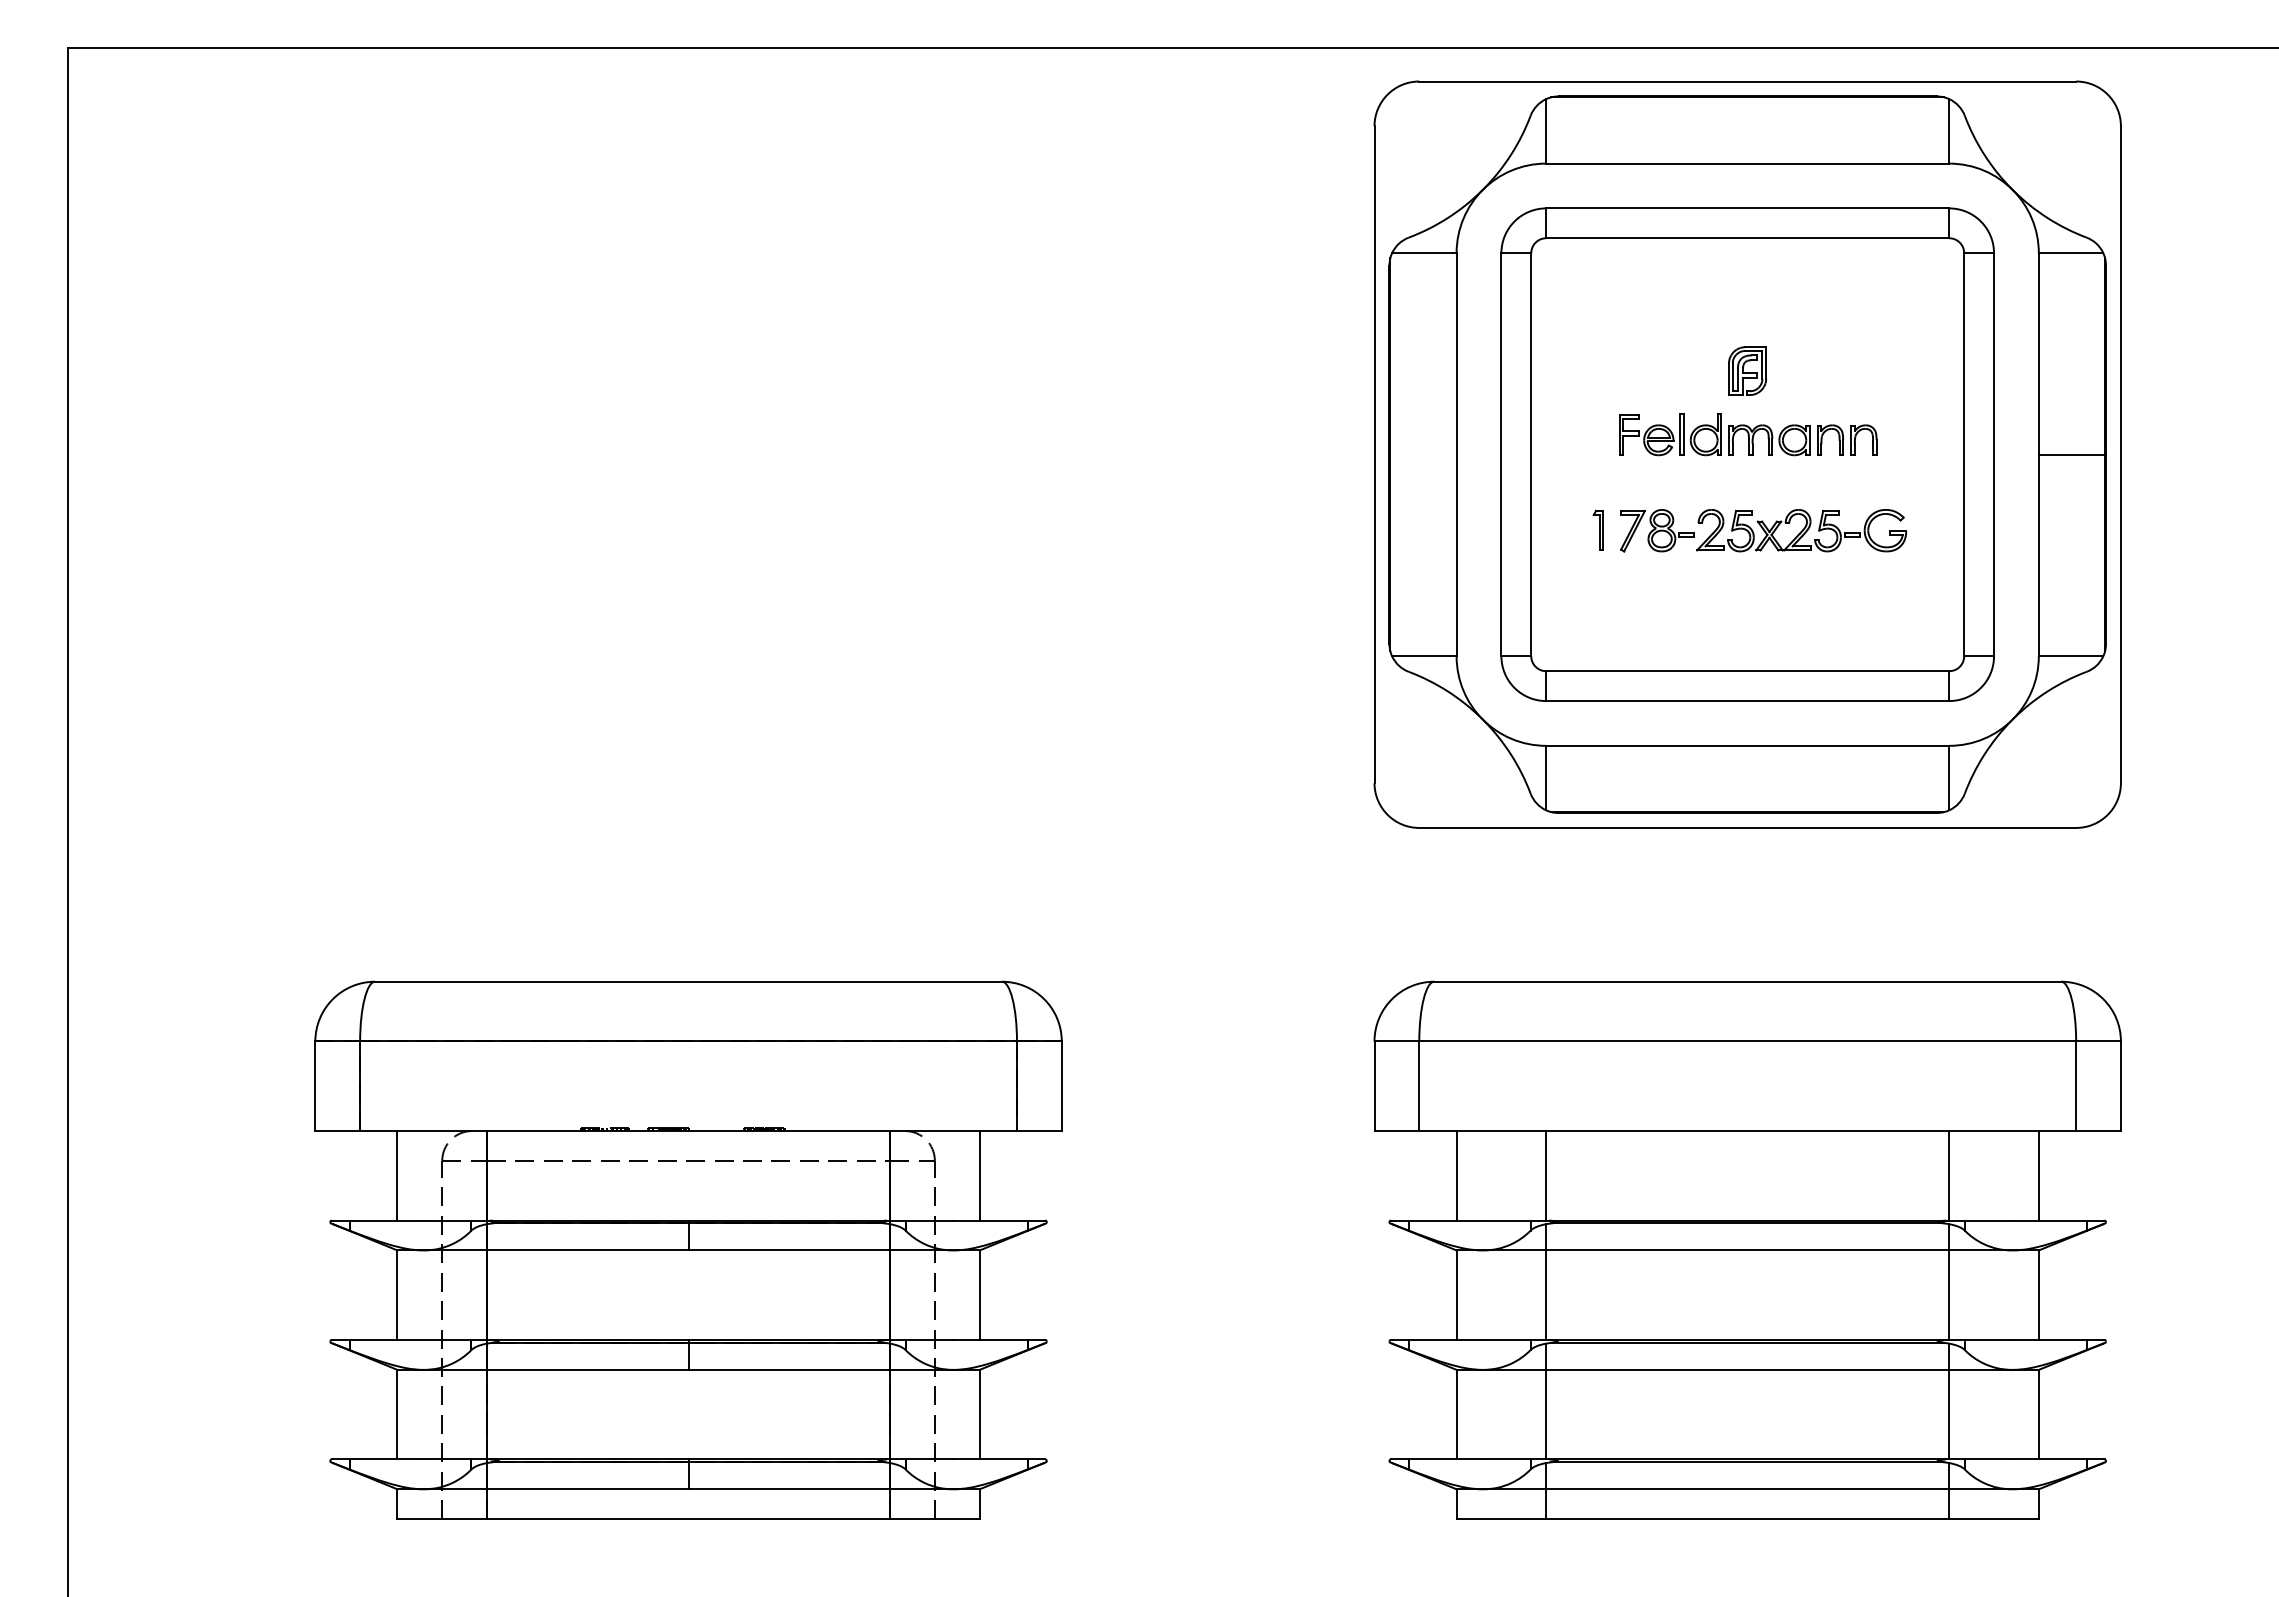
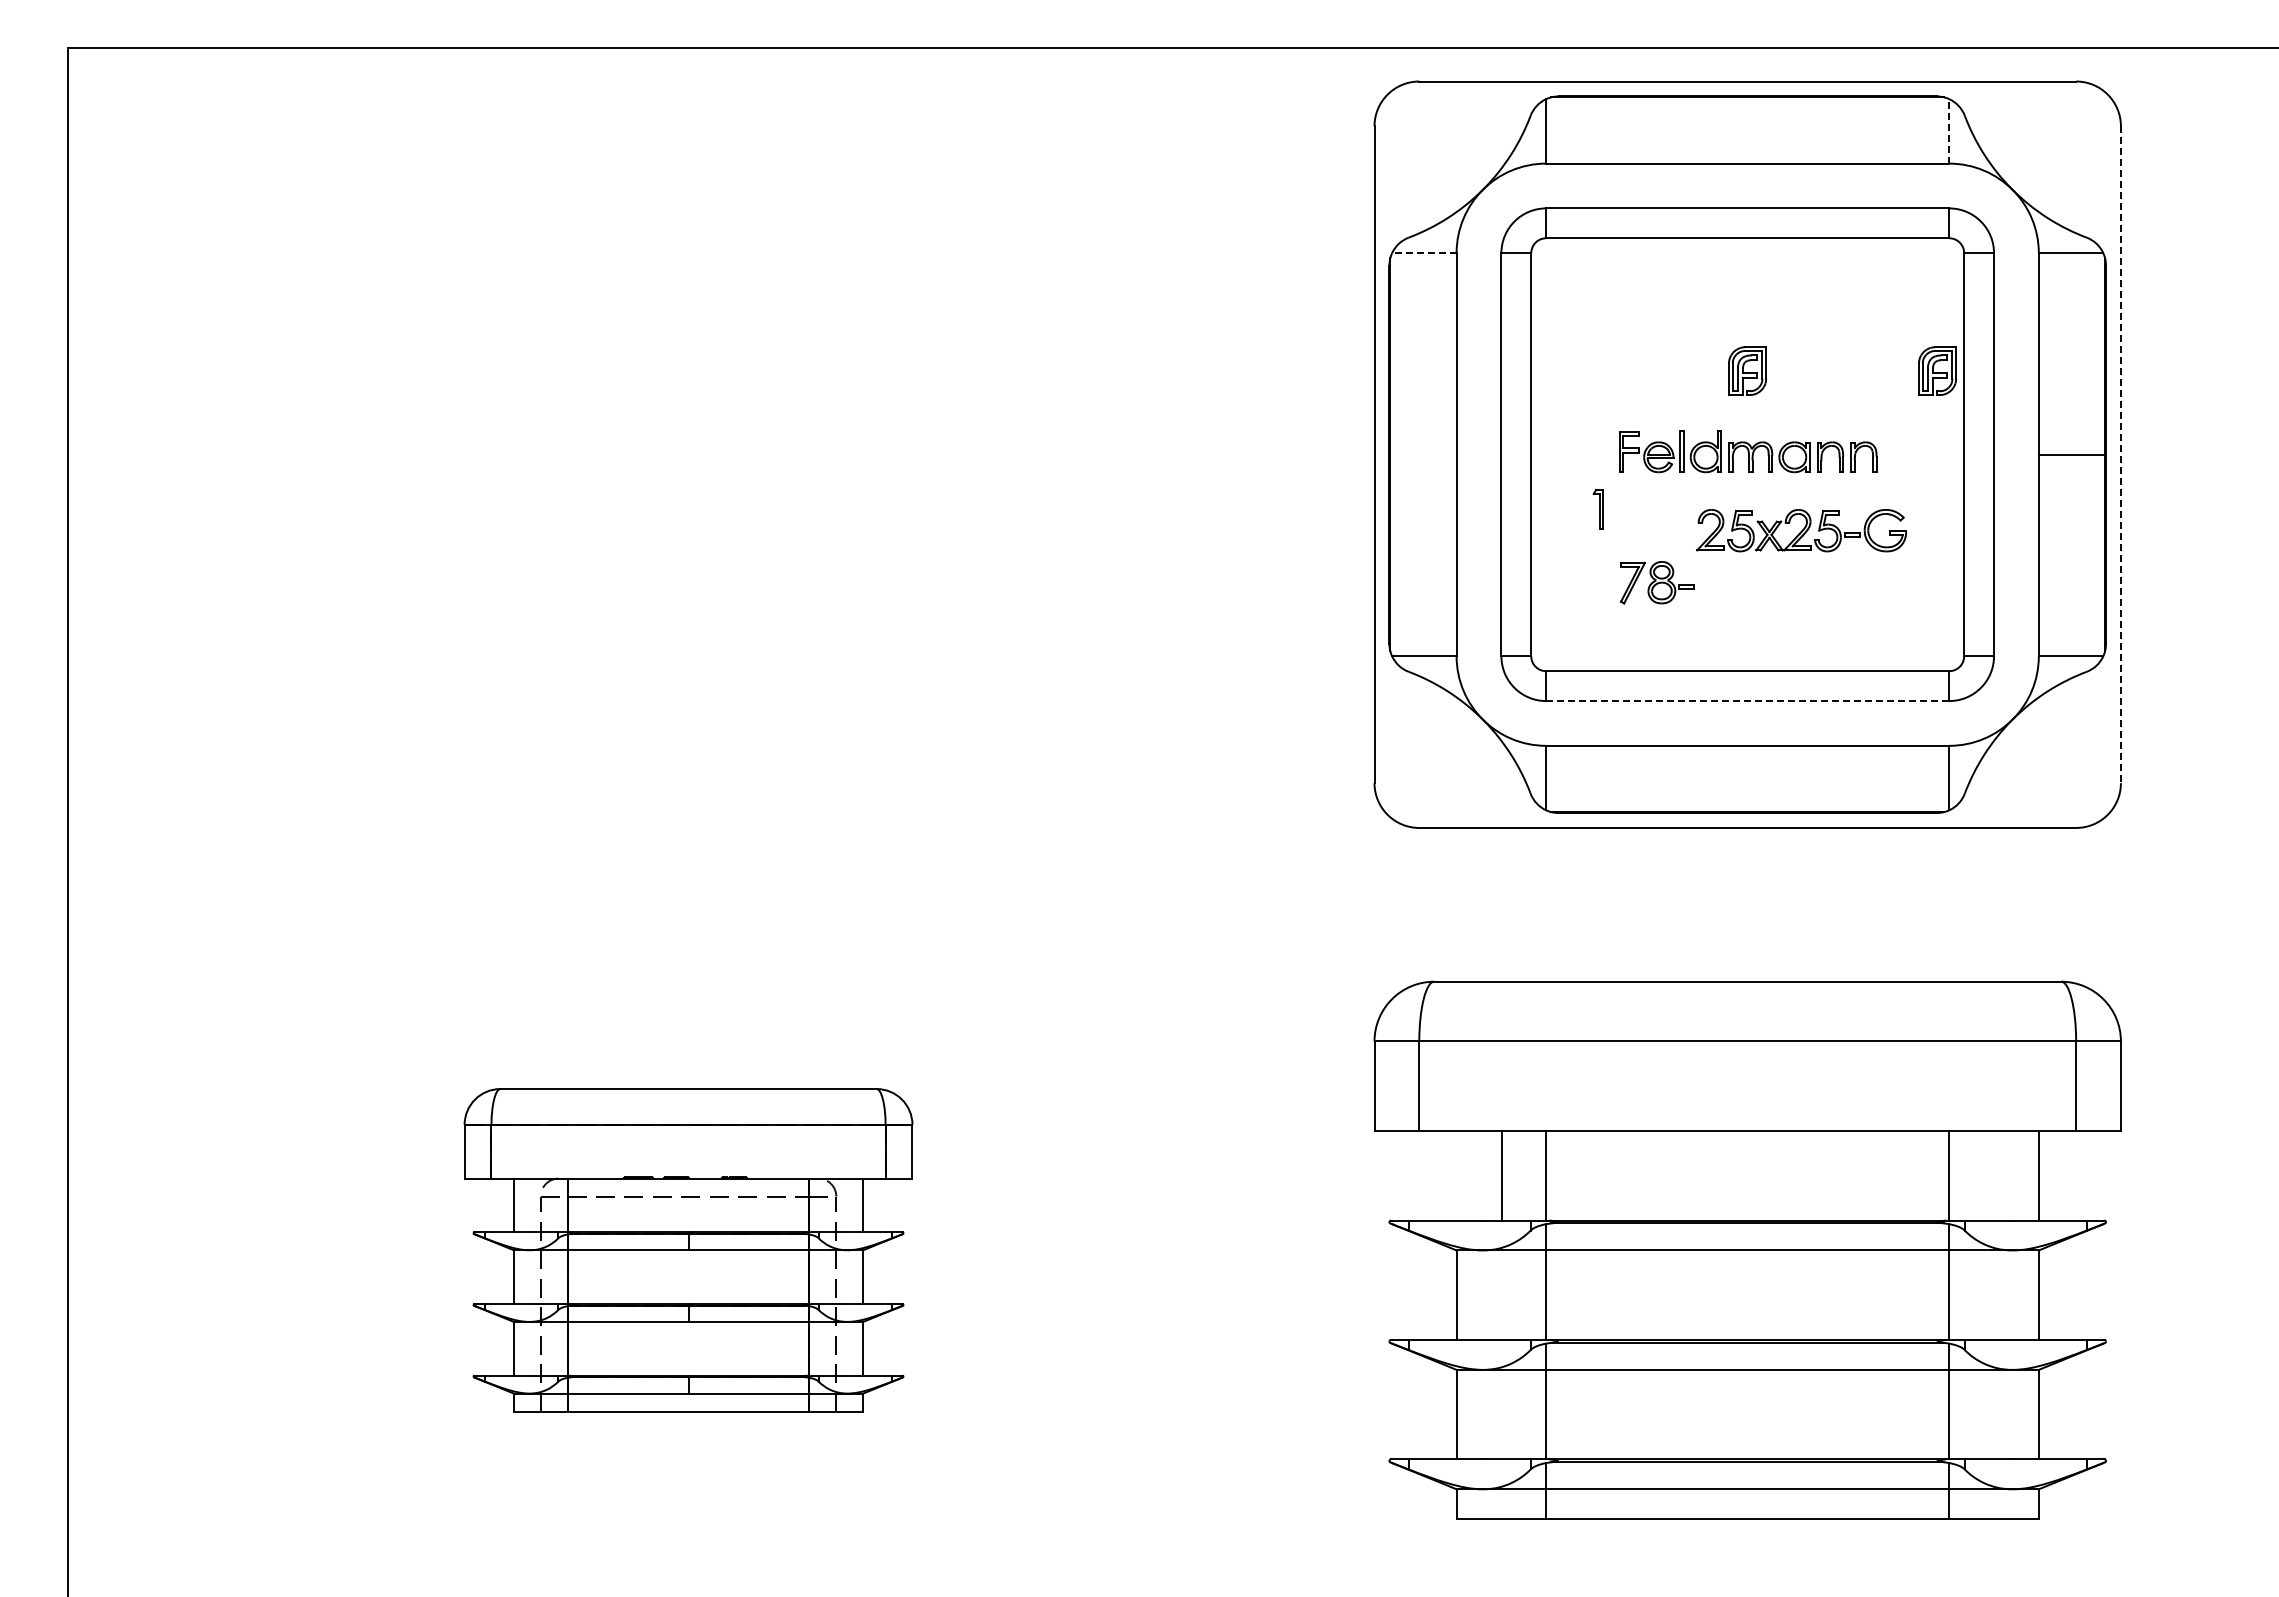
line at (1949, 130): solid -> dashed
line at (1423, 253): solid -> dashed
part at (1937, 370): none -> present
part at (1748, 434) position: (1748, 434) -> (1748, 451)
line at (2120, 455): solid -> dashed
part at (1597, 529) position: (1597, 529) -> (1597, 508)
part at (1657, 530) position: (1657, 530) -> (1657, 582)
line at (1747, 701): solid -> dashed
line at (1456, 1175) position: (1456, 1175) -> (1501, 1175)
part at (688, 1249) size: 749x540 px -> 451x325 px
